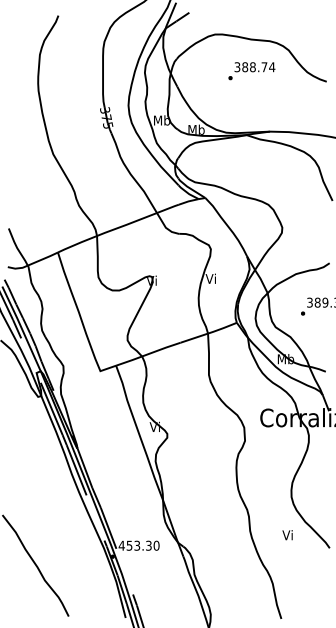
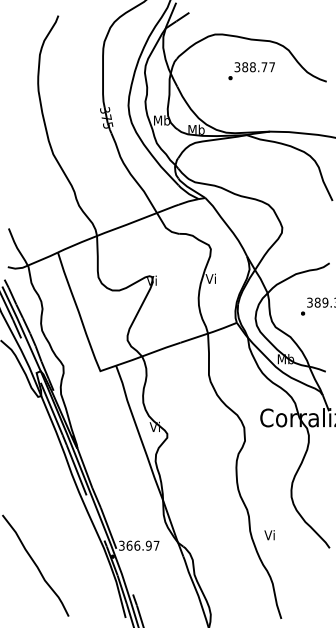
text at (272, 67): 388.74 -> 388.77
text at (287, 535) position: (287, 535) -> (269, 535)
text at (138, 545): 453.30 -> 366.97
